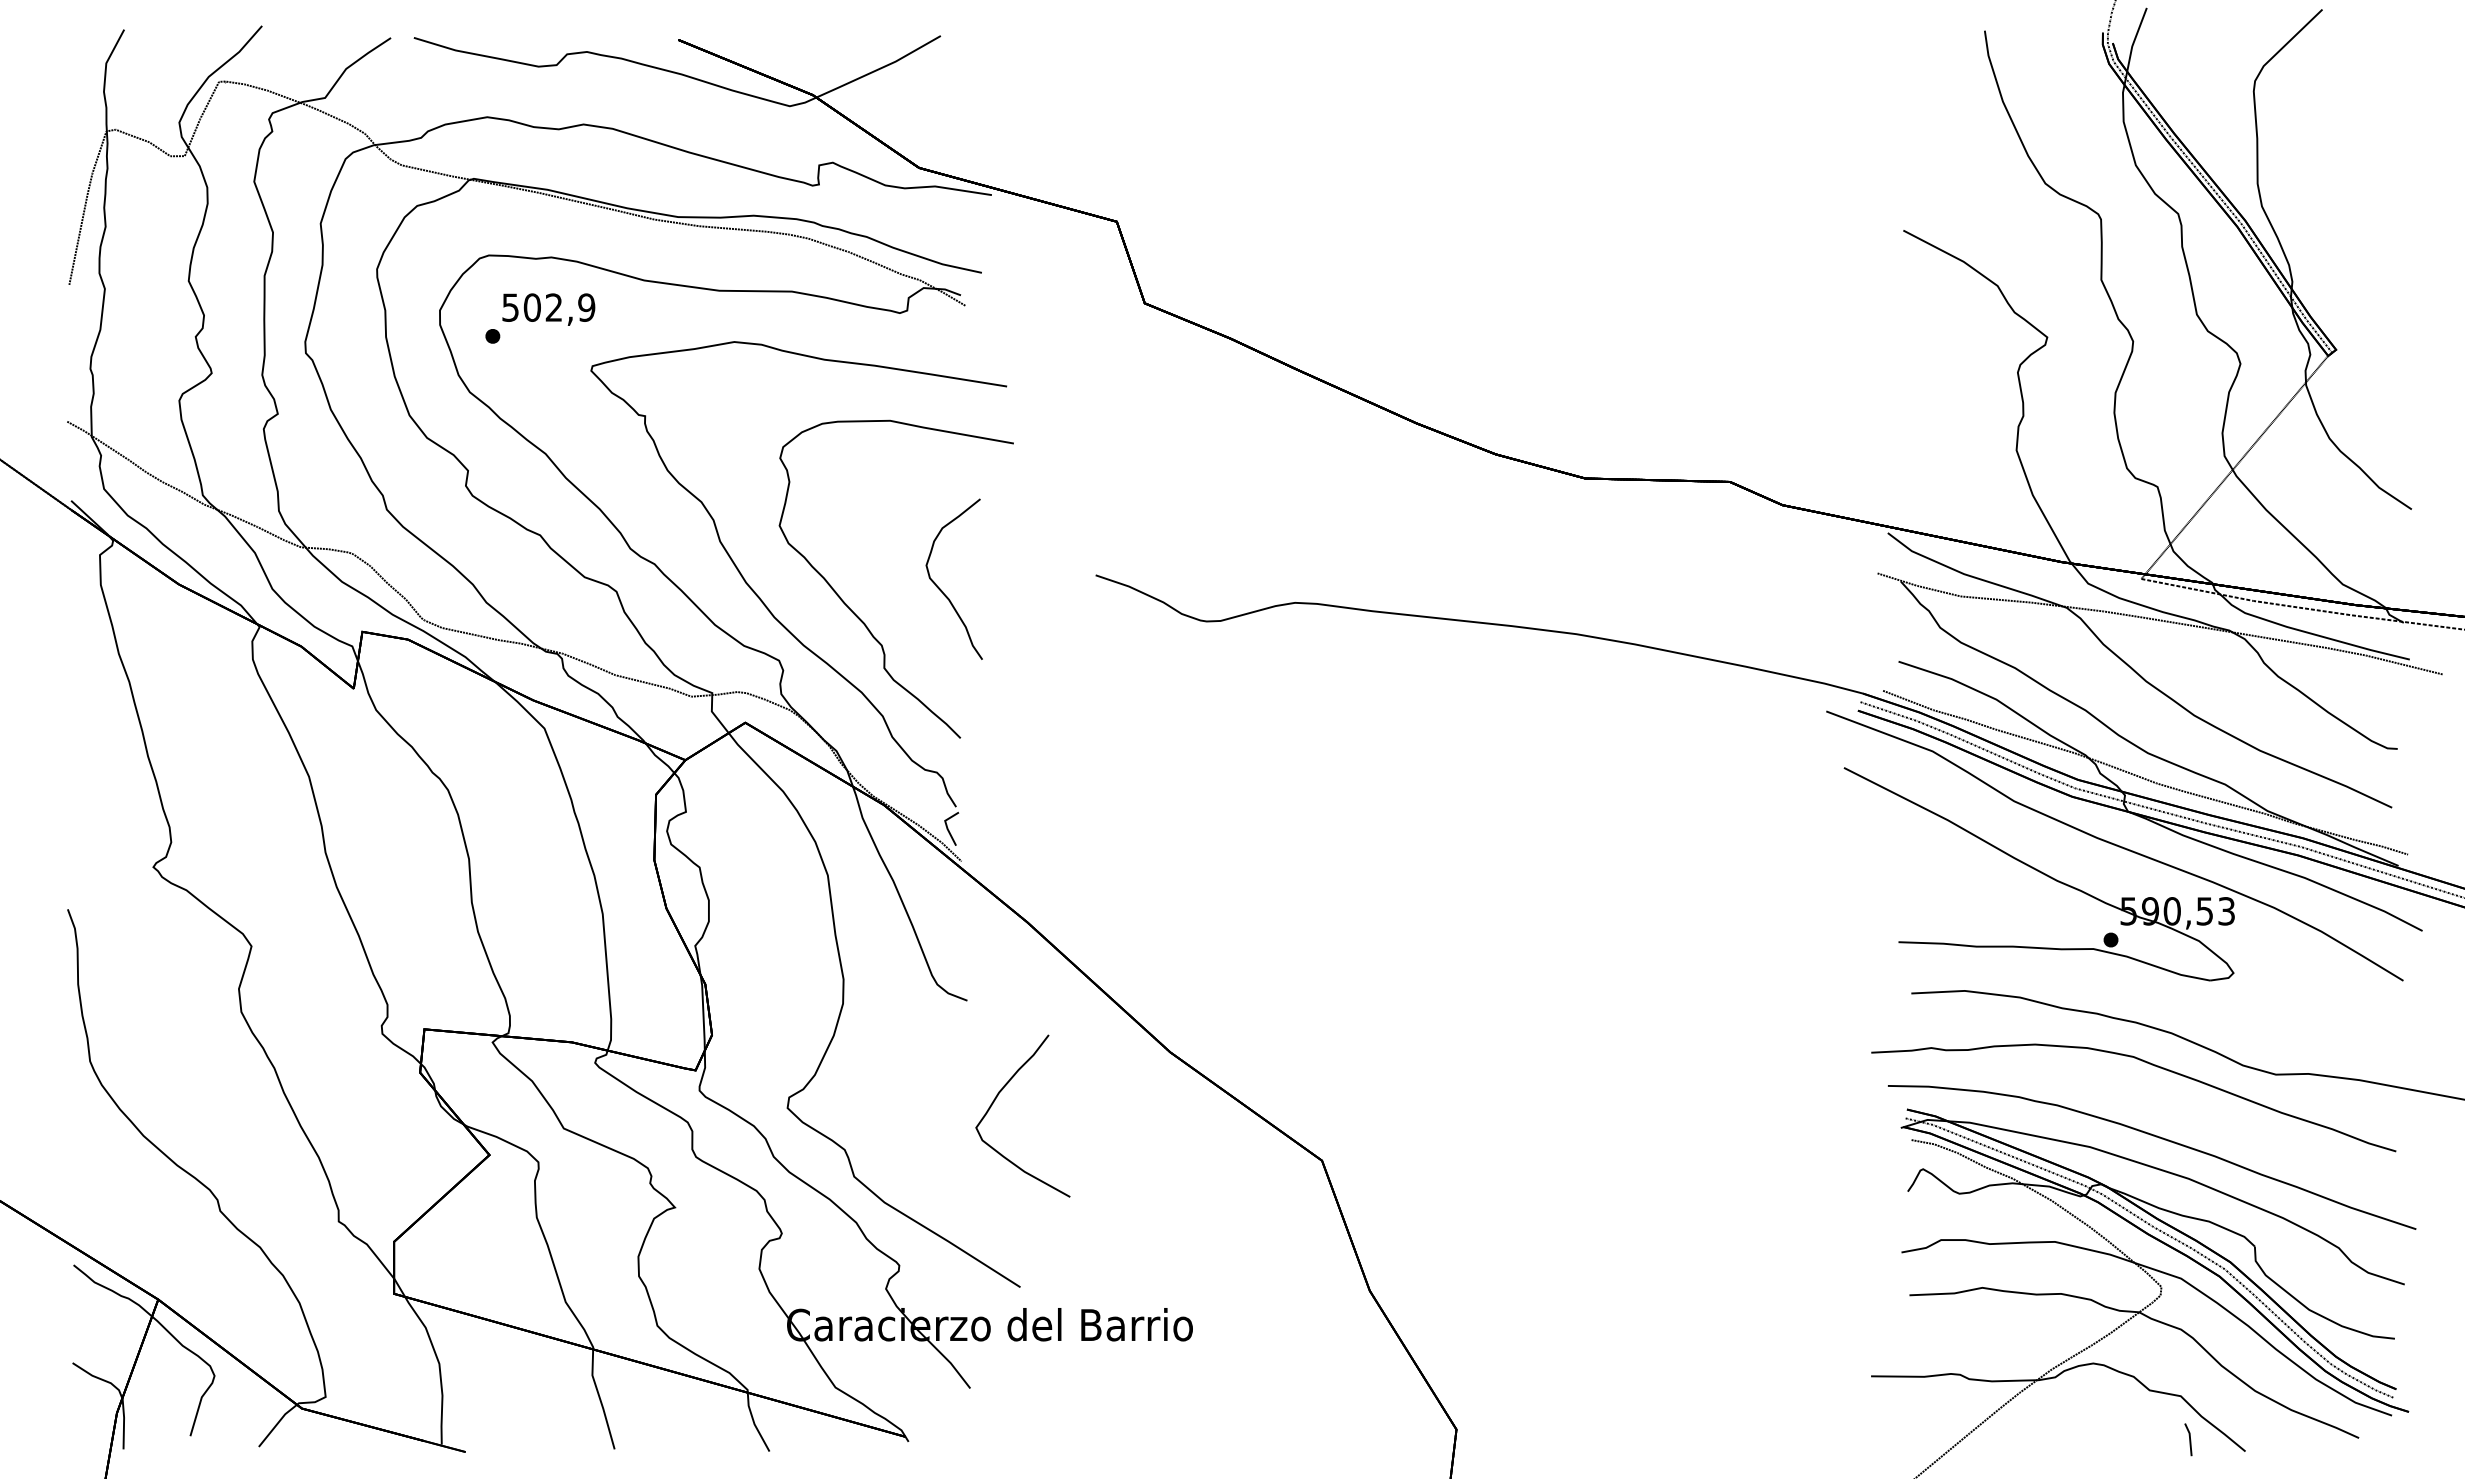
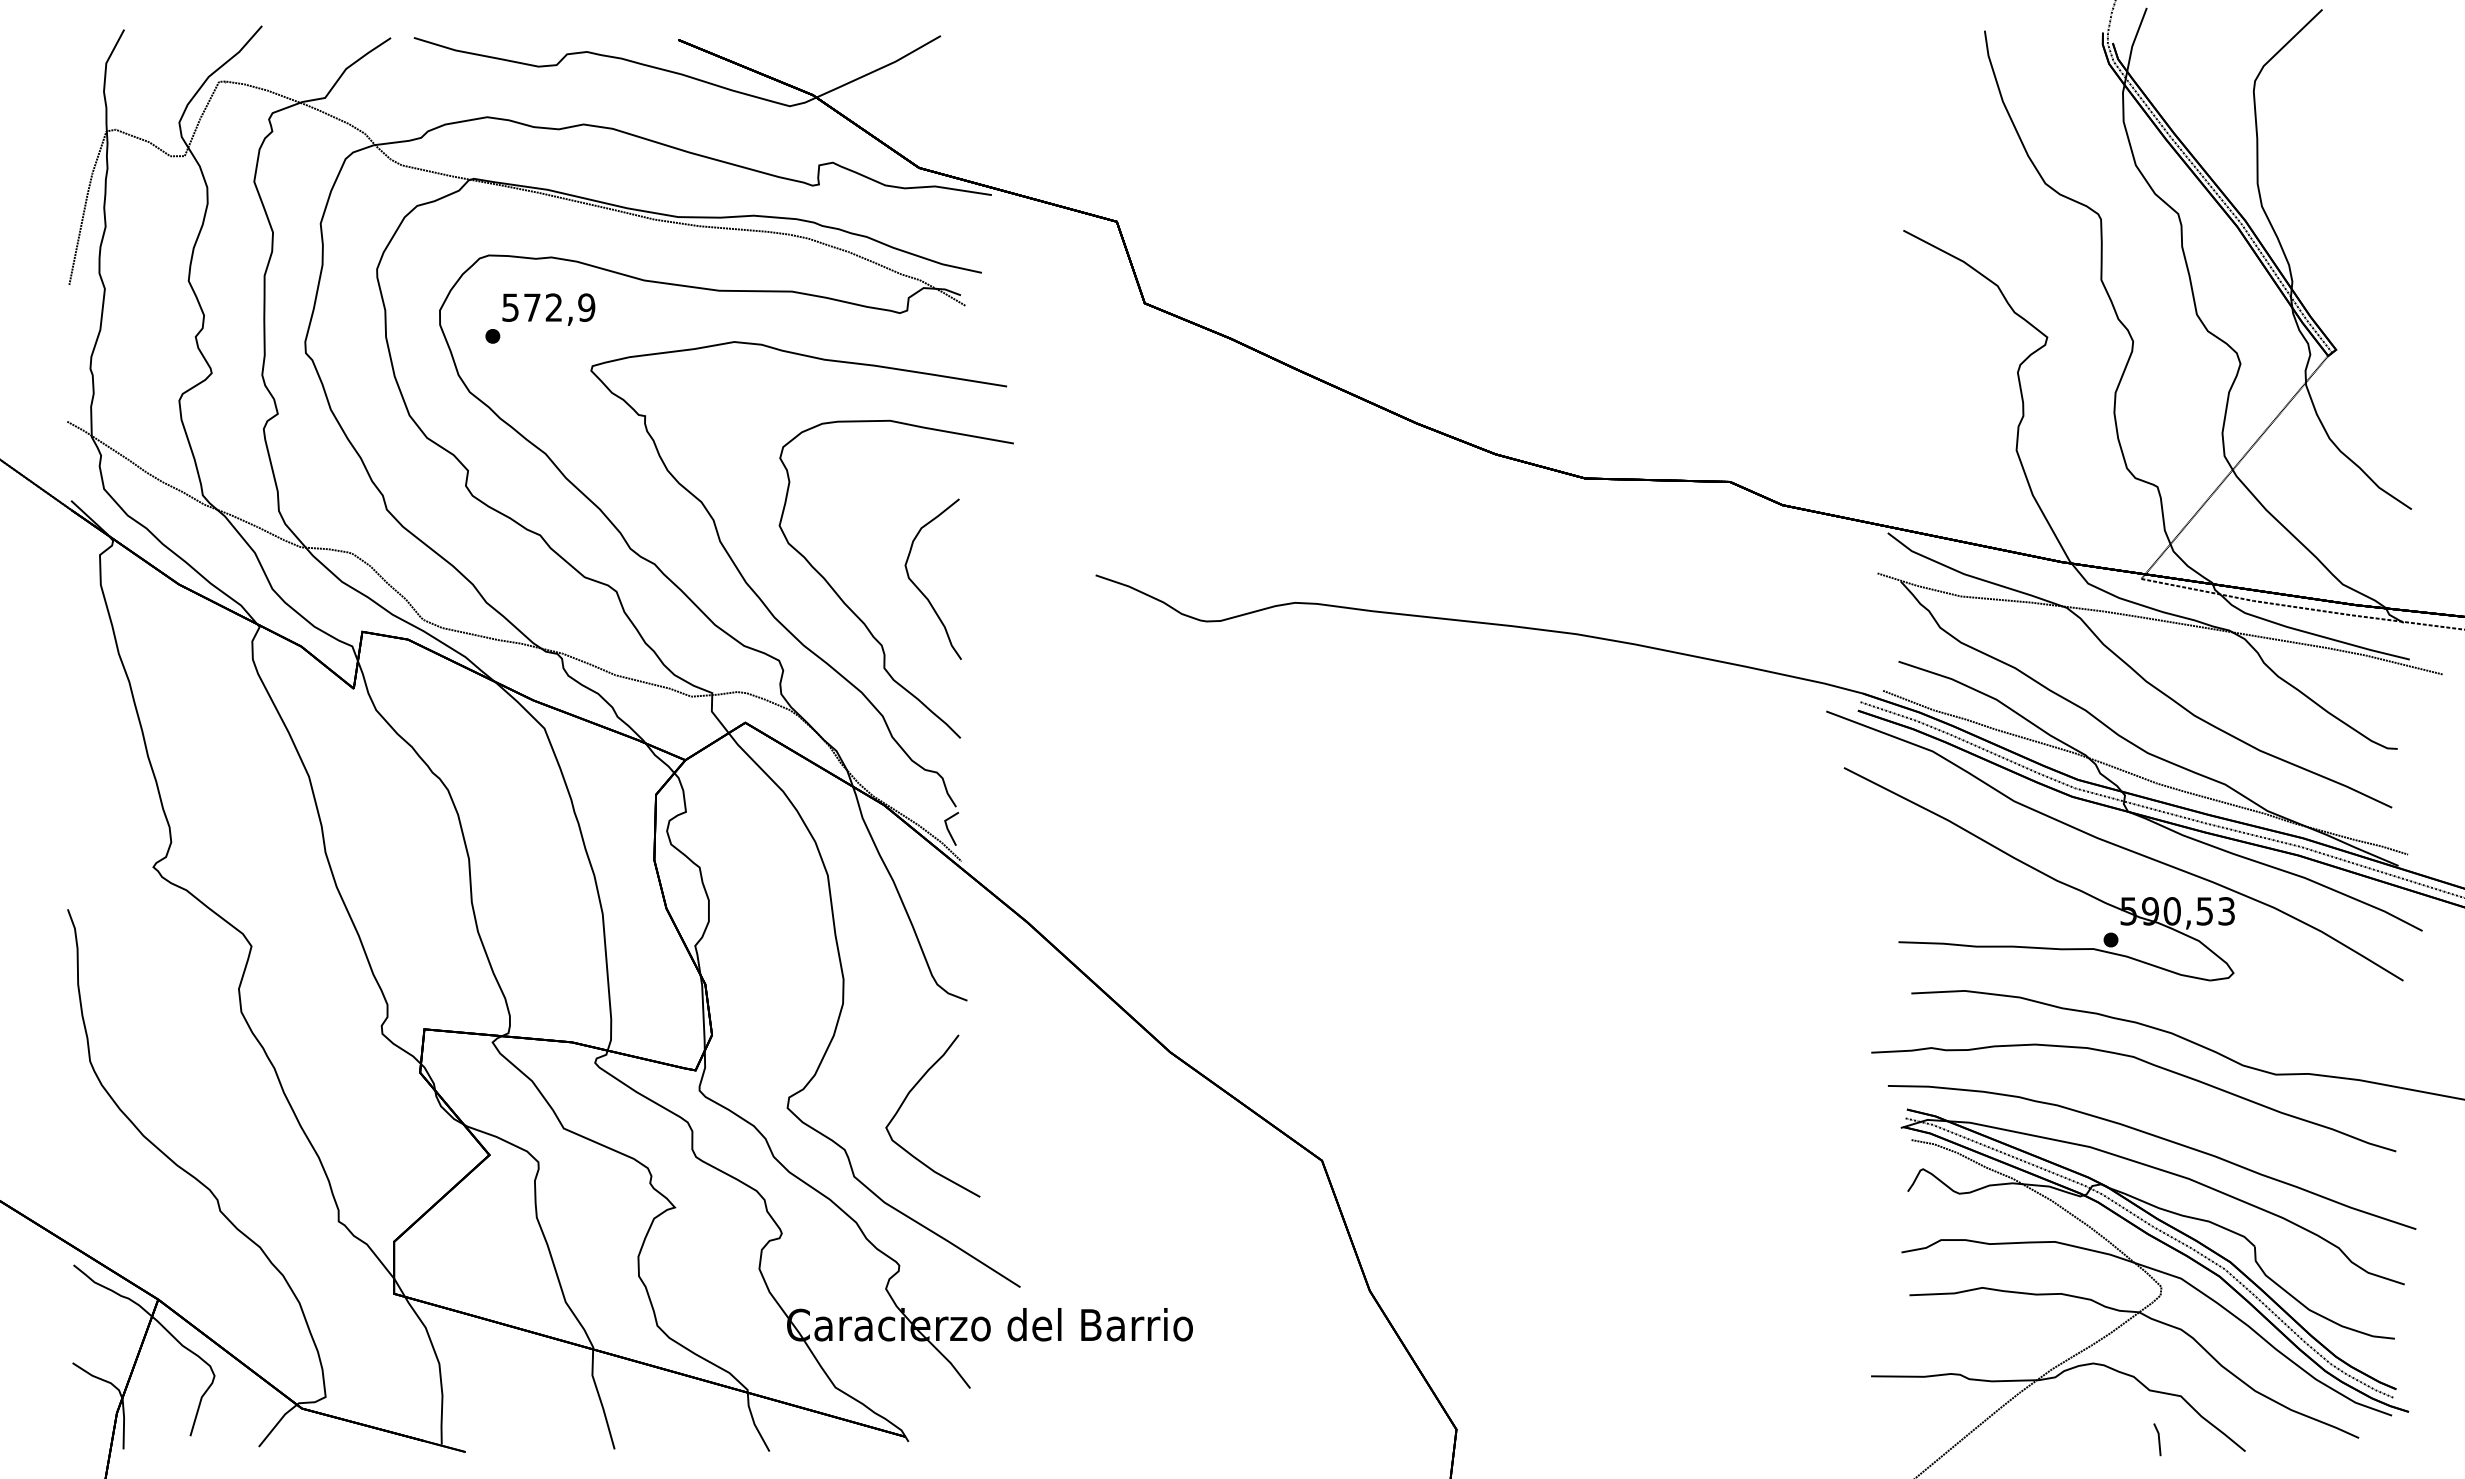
text at (531, 307): 502,9 -> 572,9
curve at (941, 589) position: (941, 589) -> (920, 589)
curve at (997, 1097) position: (997, 1097) -> (907, 1097)
line at (2189, 1439) position: (2189, 1439) -> (2158, 1439)
